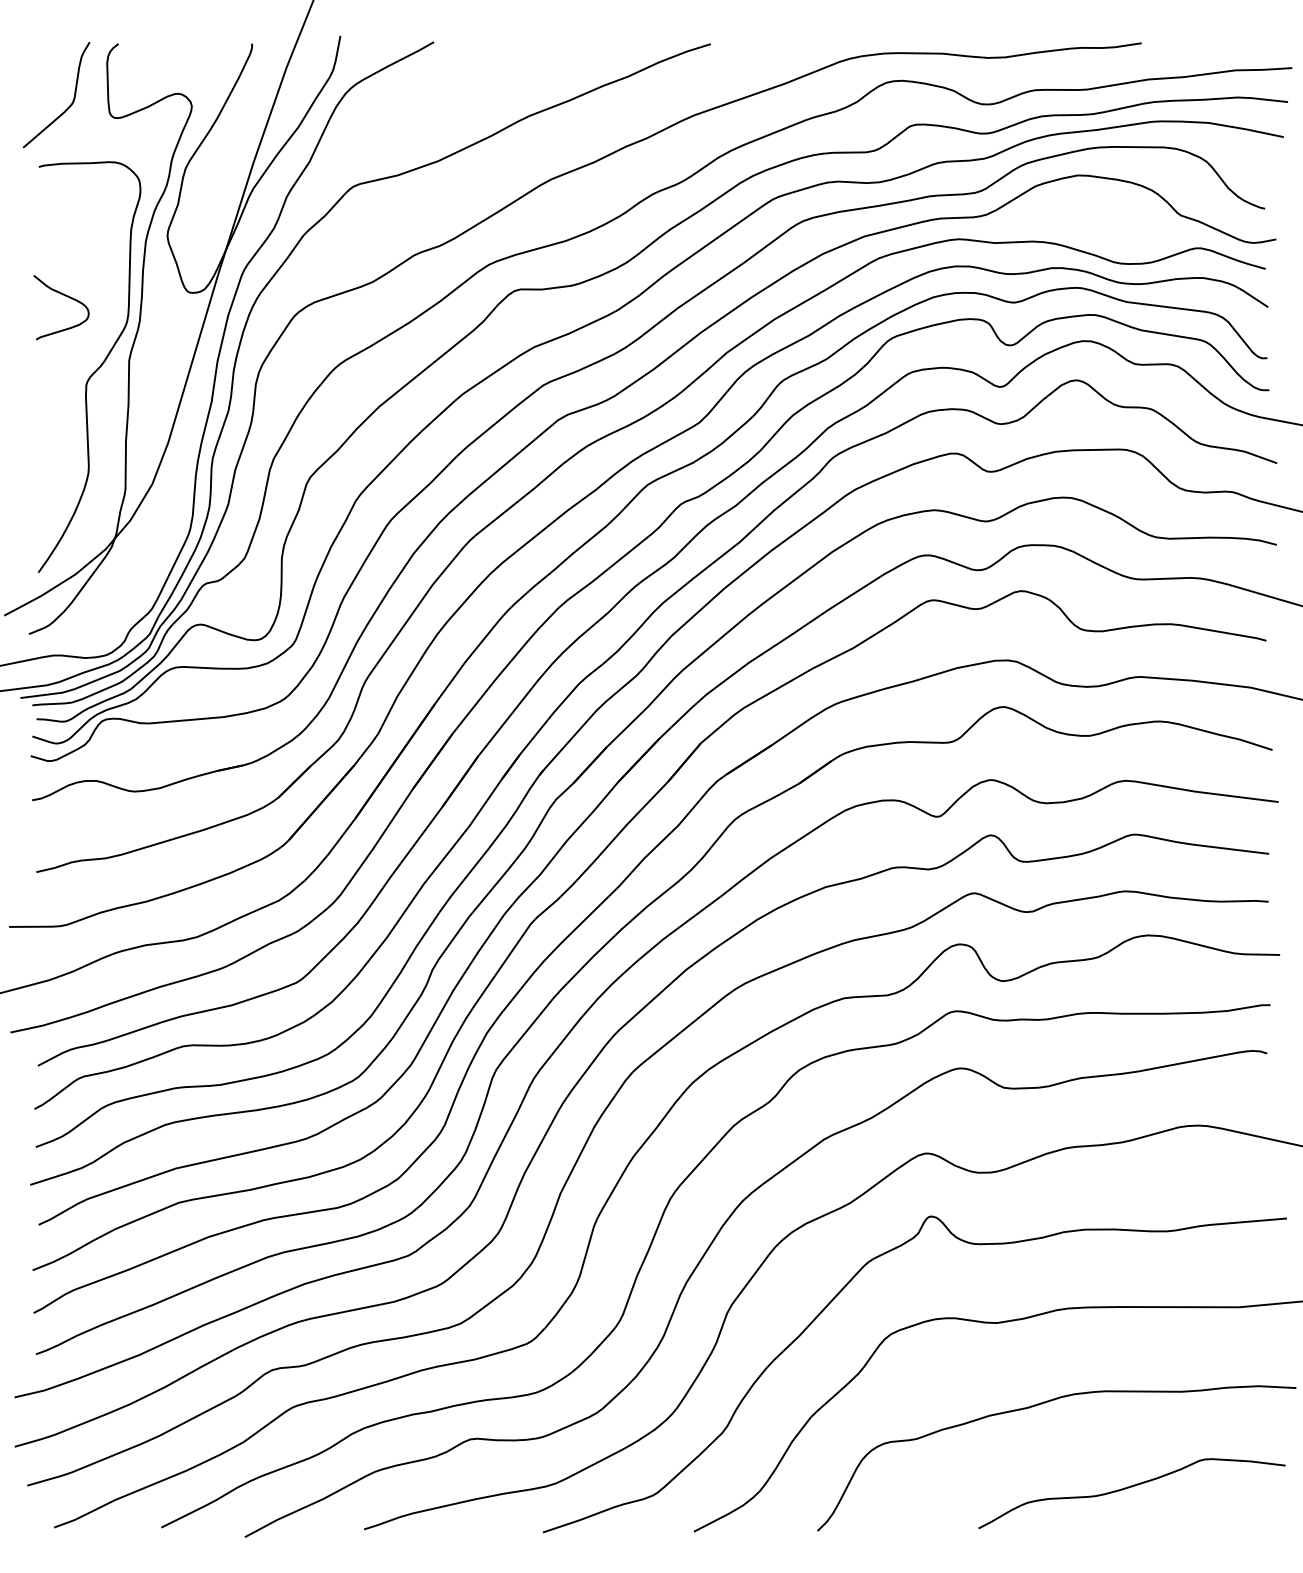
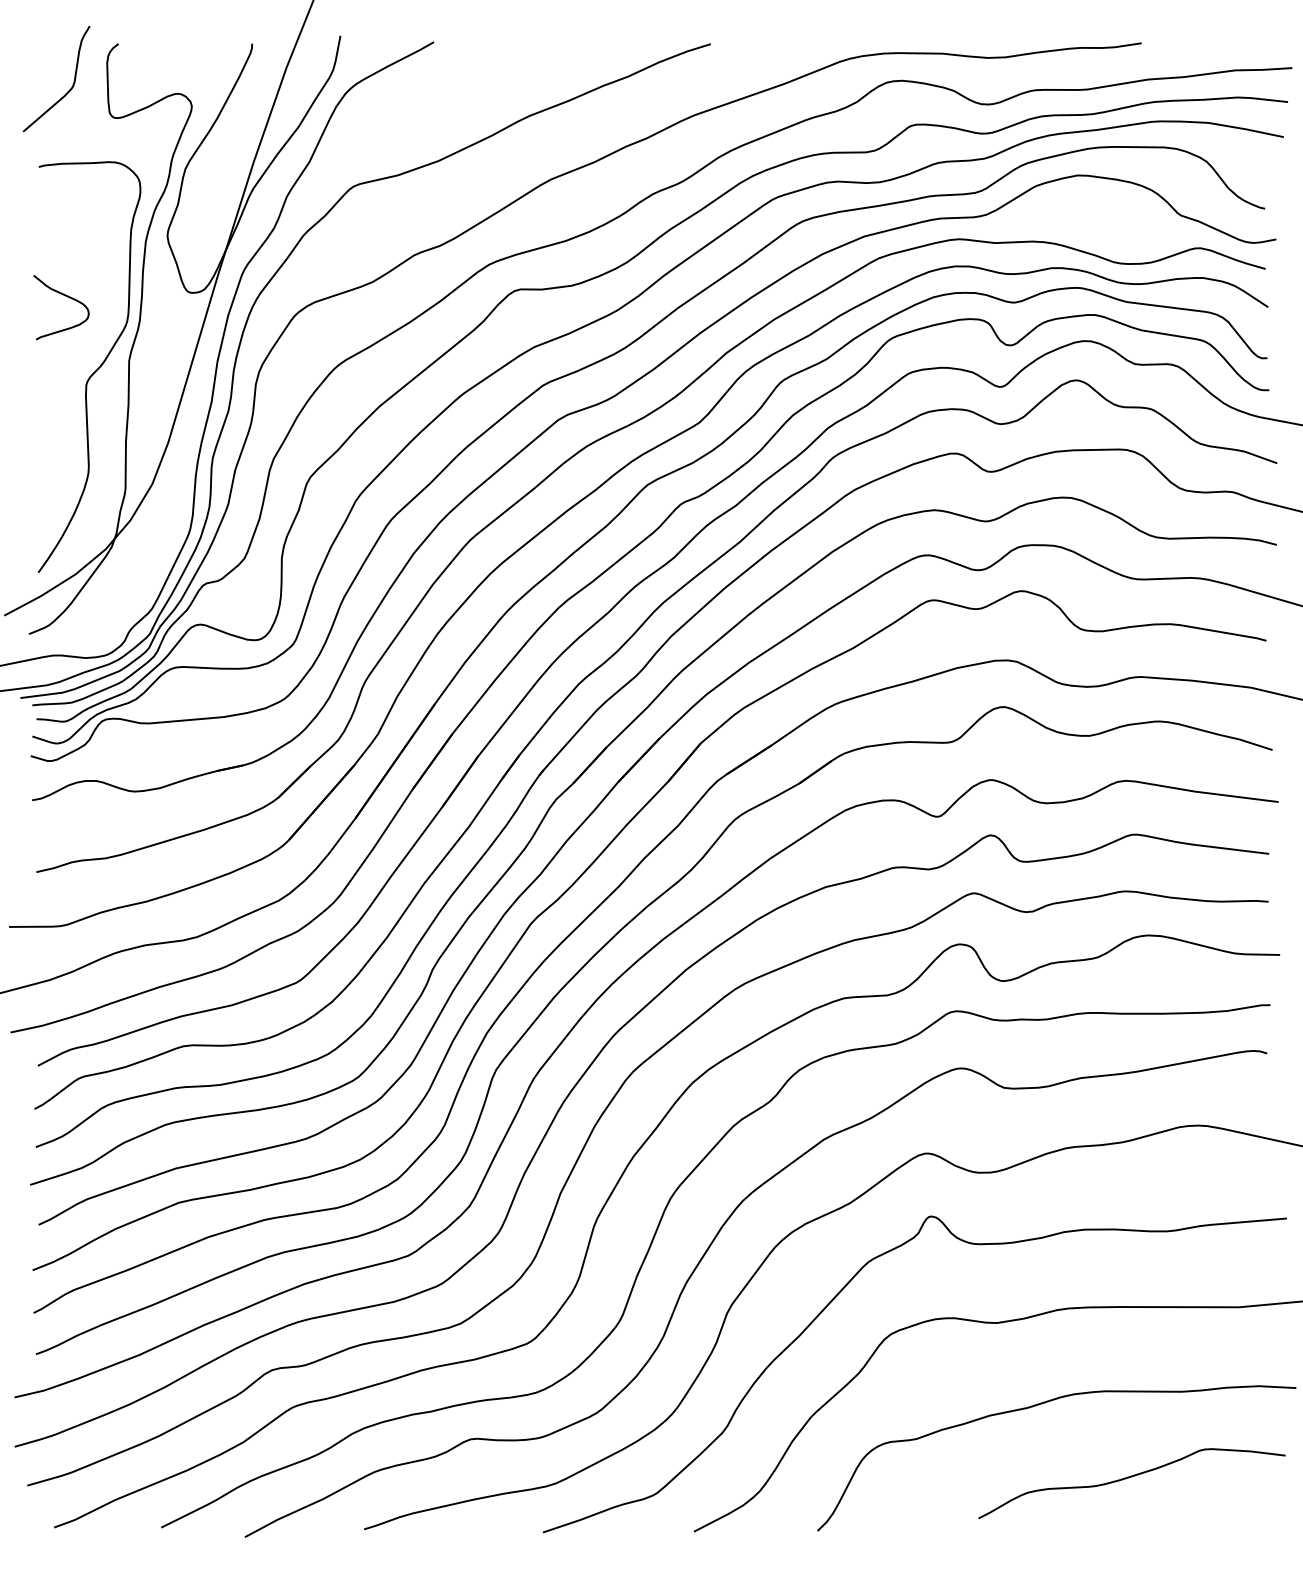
curve at (68, 106) position: (68, 106) -> (68, 90)
curve at (1129, 1488) position: (1129, 1488) -> (1129, 1478)
